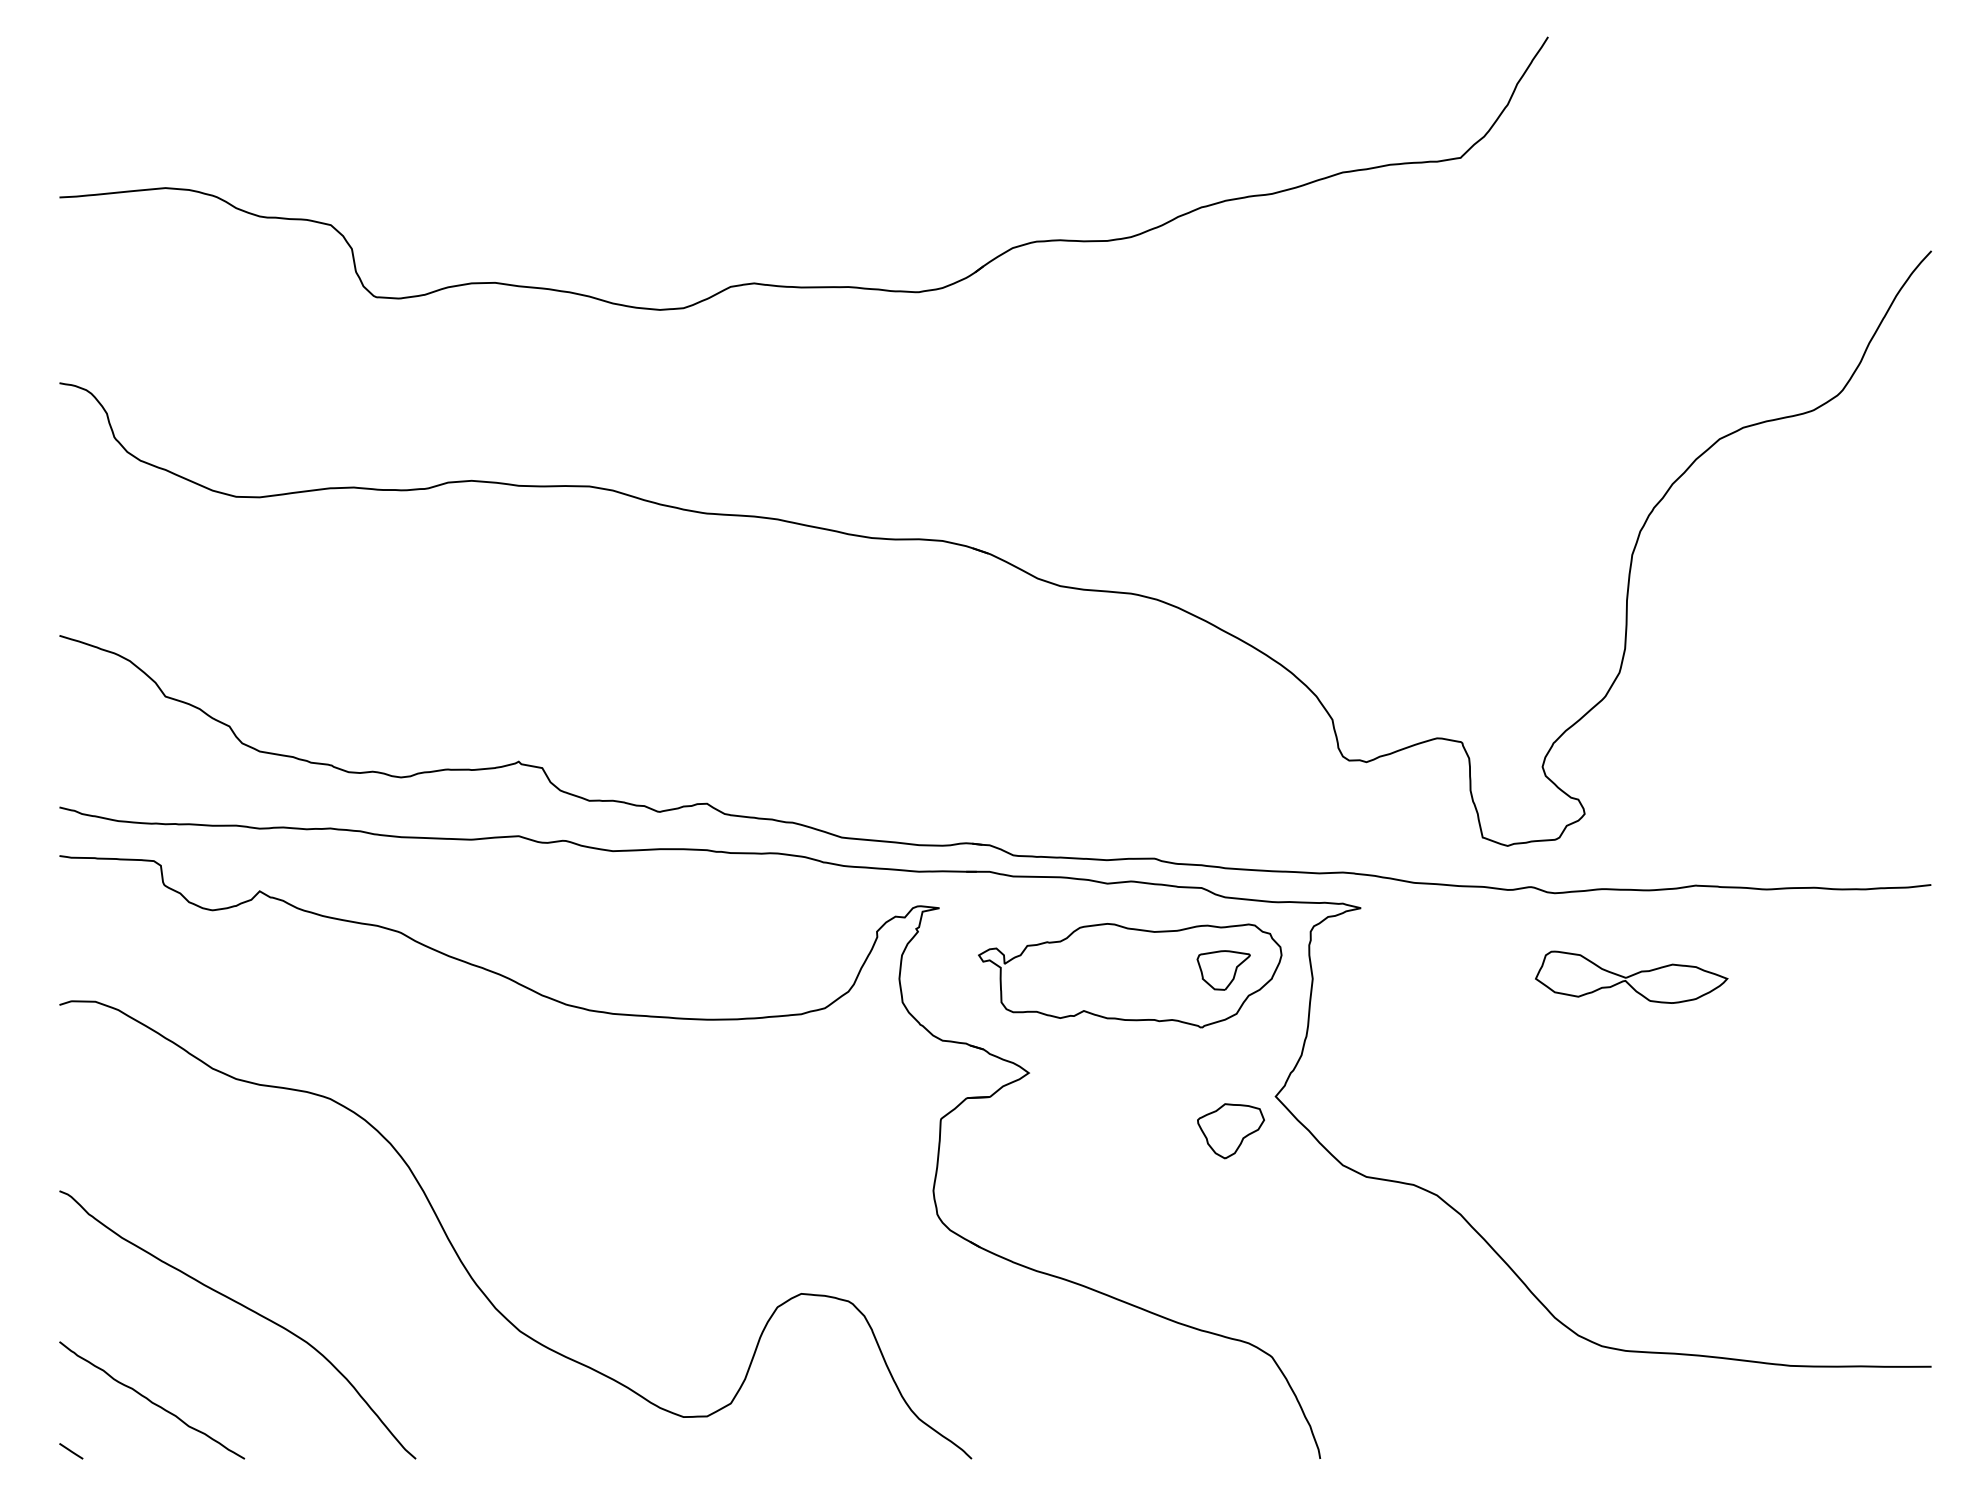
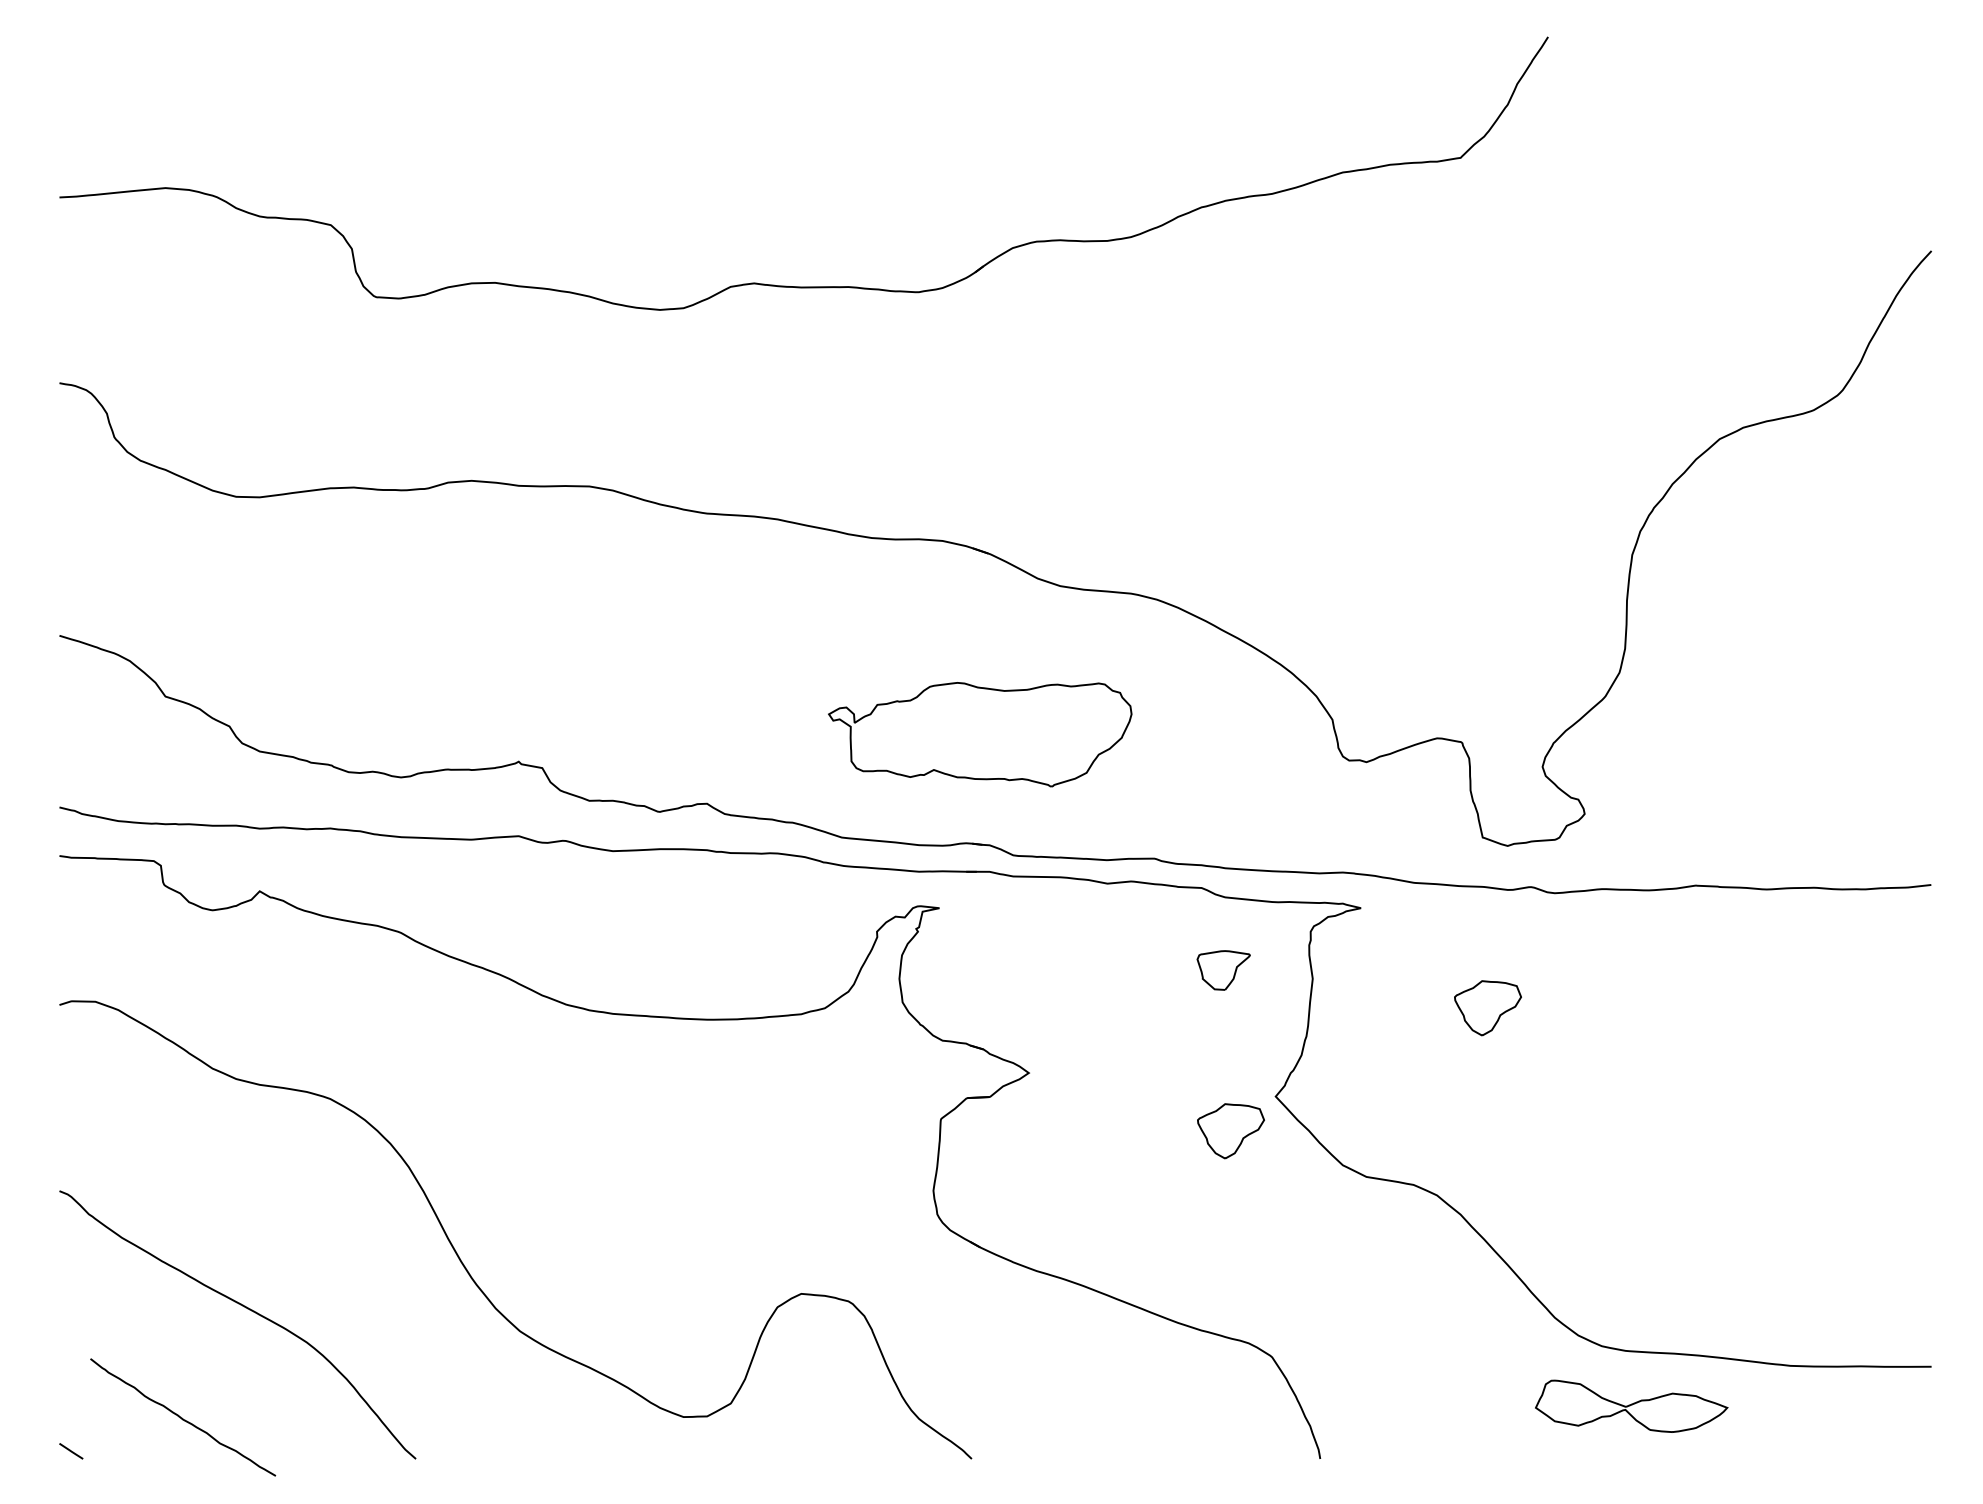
part at (1130, 975) position: (1130, 975) -> (980, 734)
part at (1631, 976) position: (1631, 976) -> (1631, 1405)
part at (1487, 1008): none -> present
curve at (151, 1400) position: (151, 1400) -> (182, 1417)
